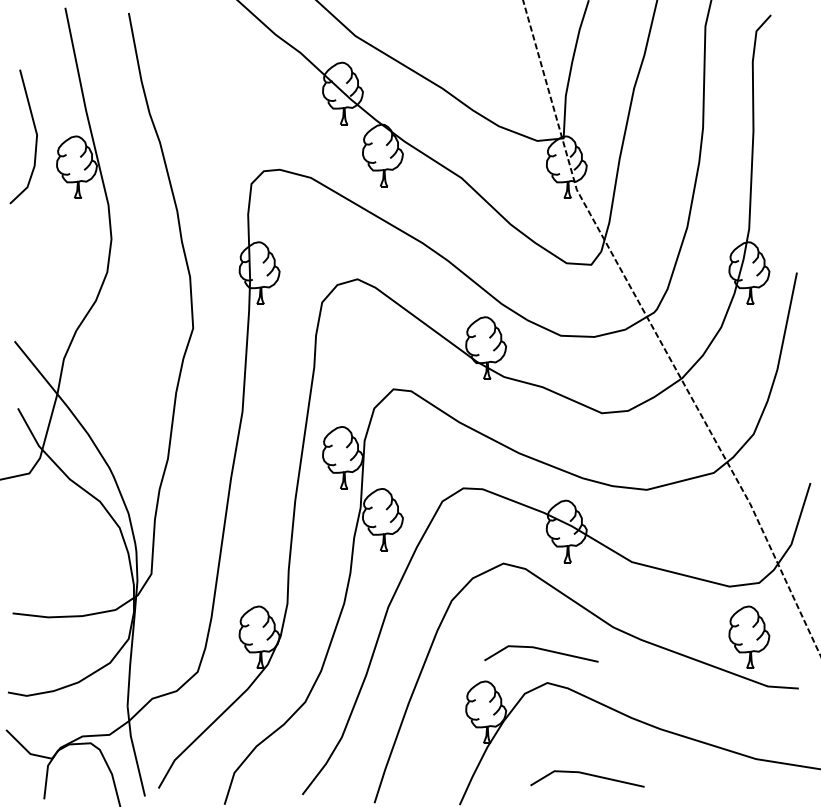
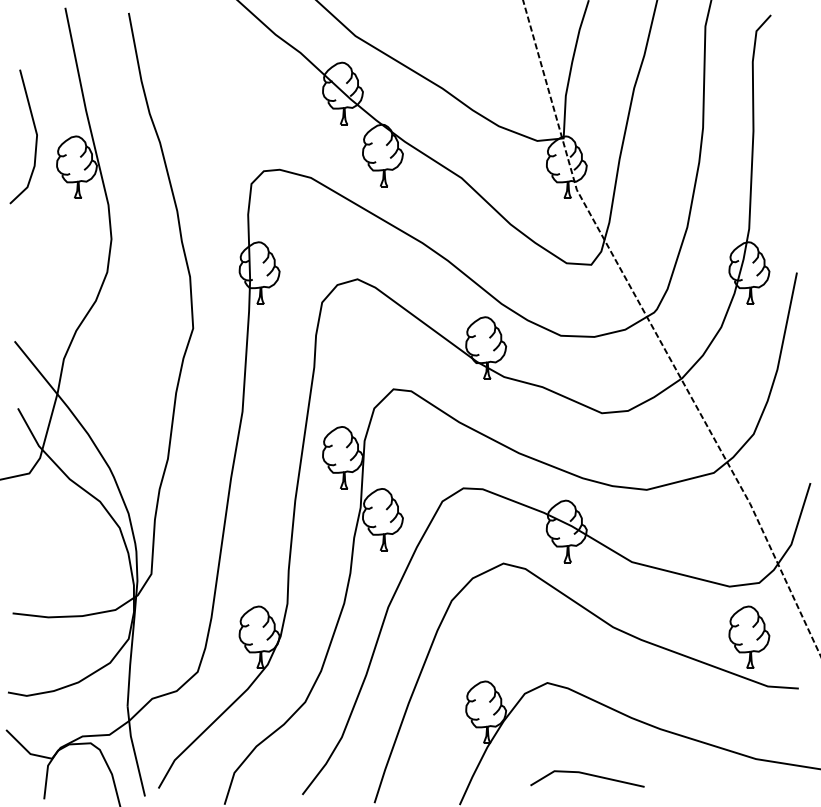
line at (541, 650): present -> none
